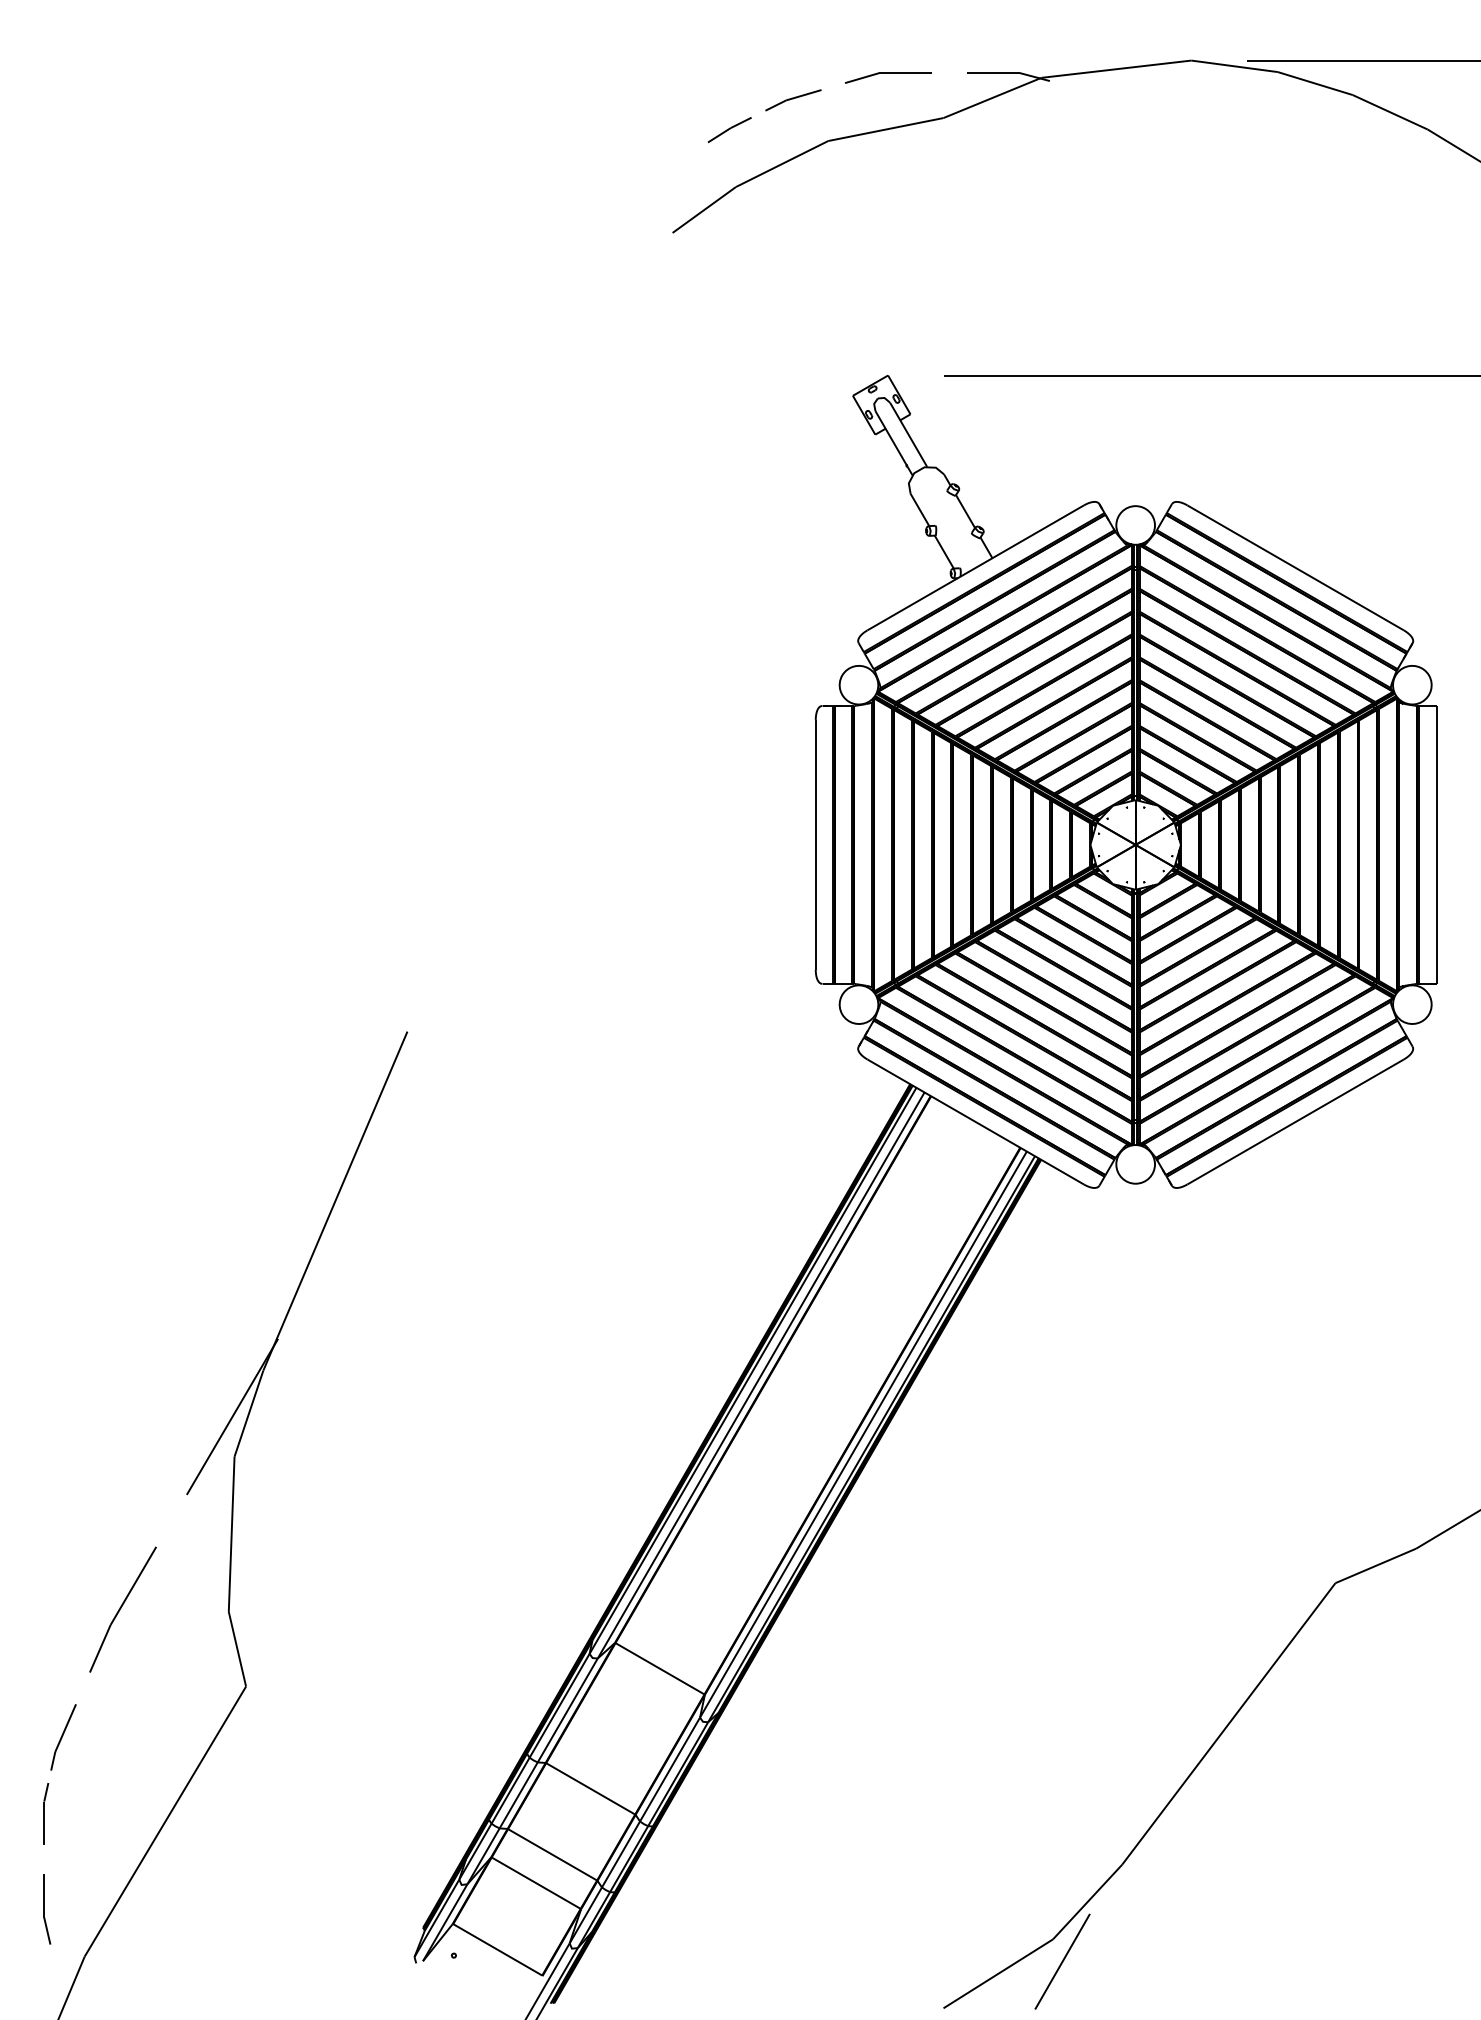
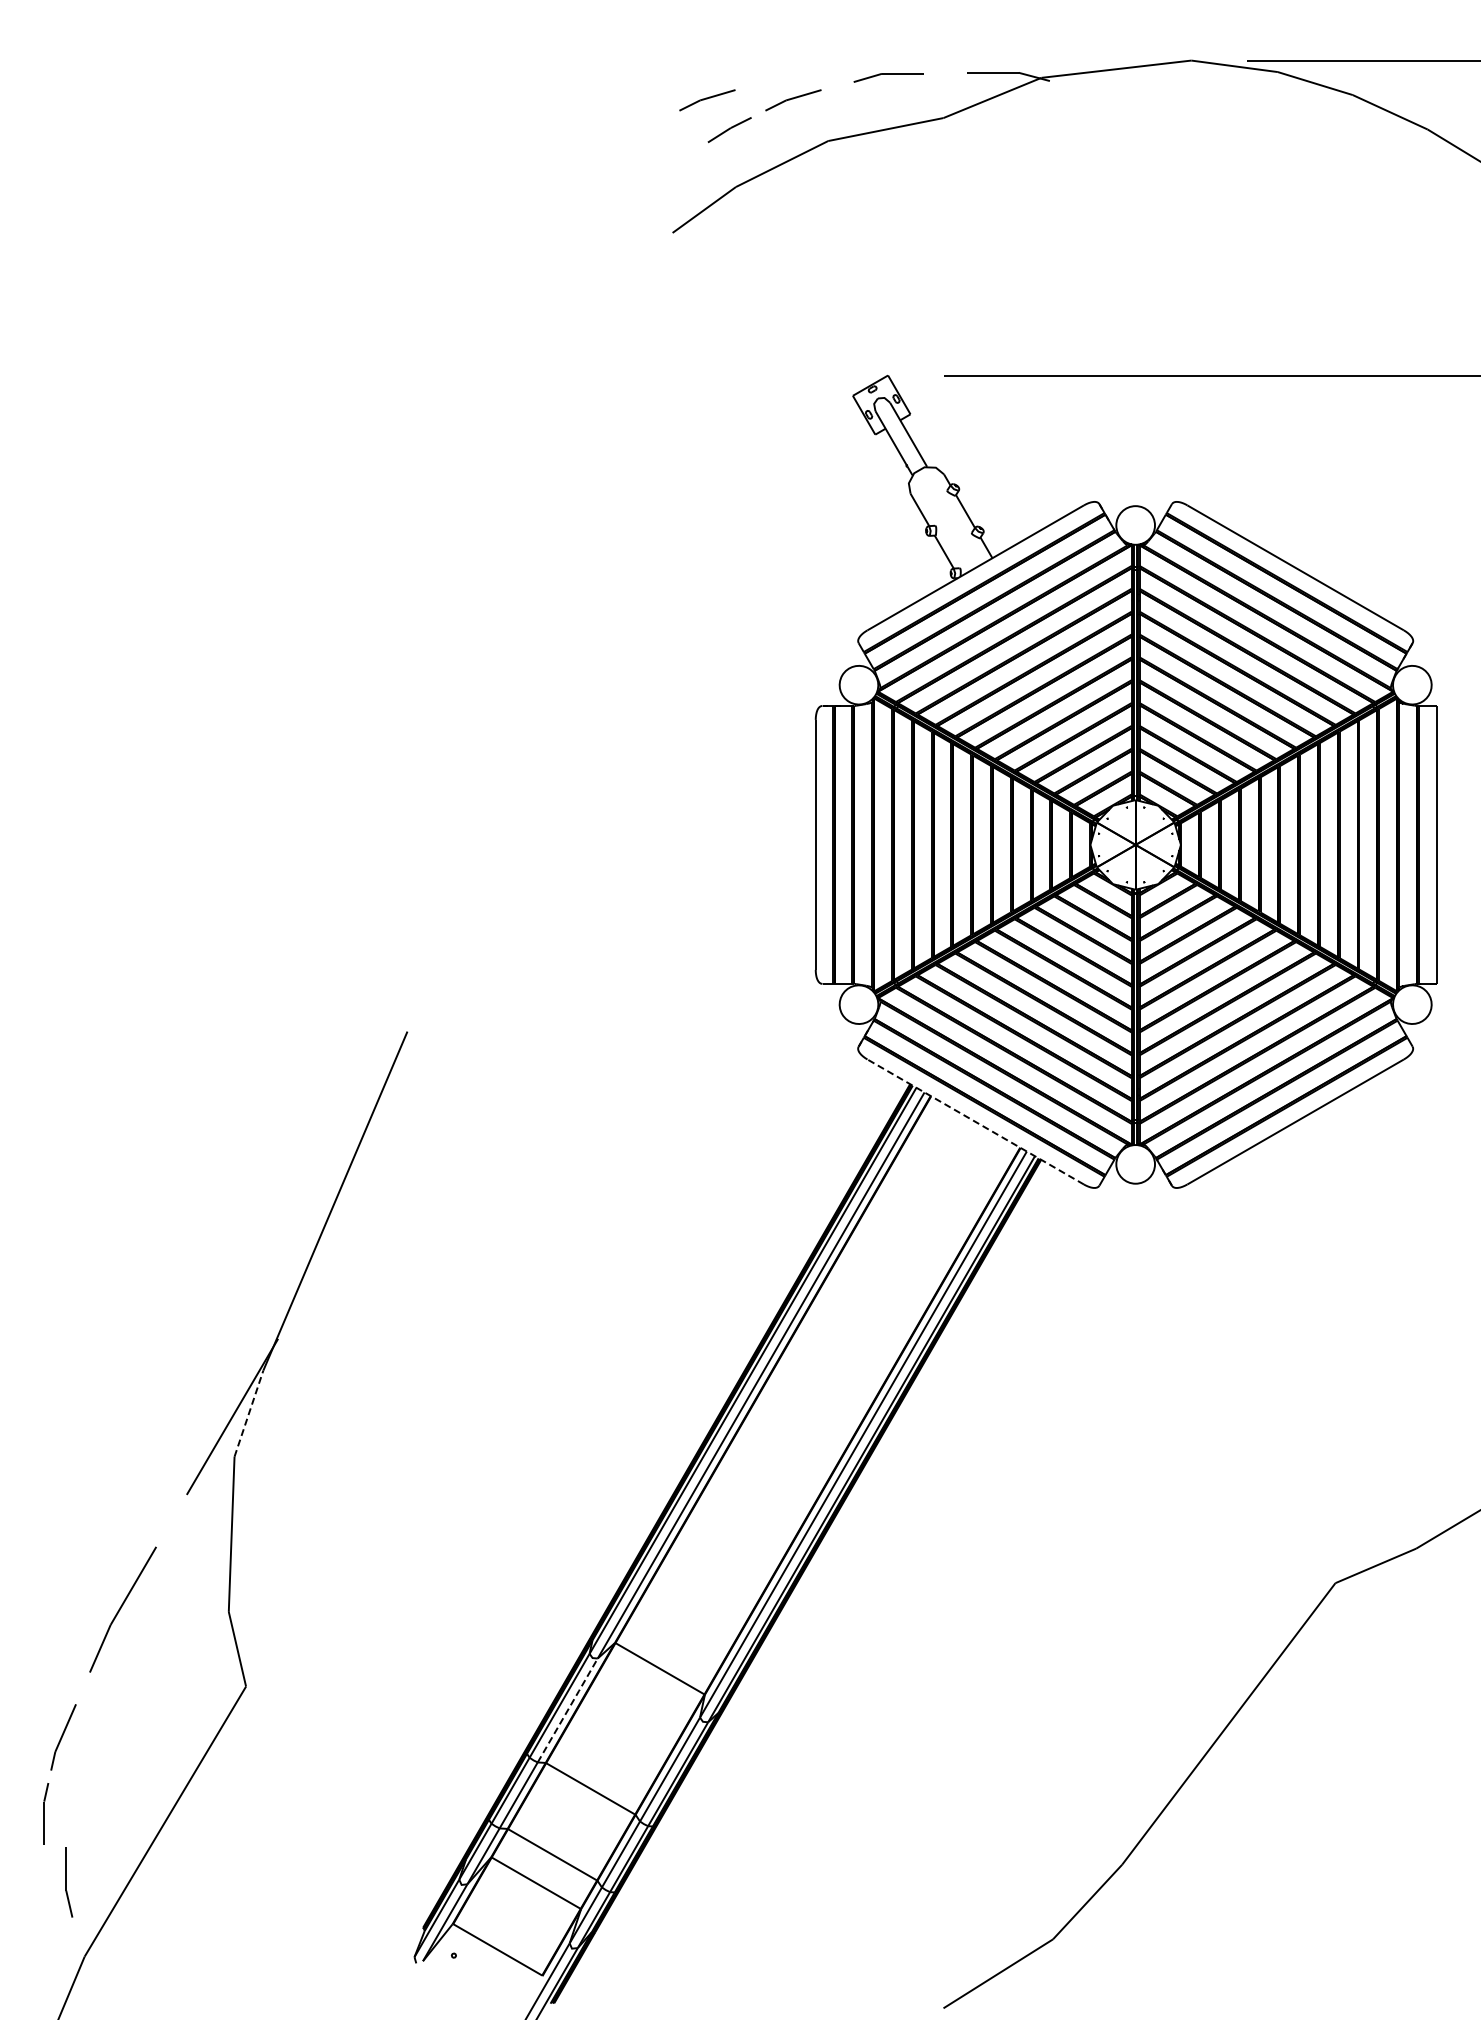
part at (888, 77) size: 87x12 px -> 71x10 px
part at (707, 100): none -> present
line at (975, 1122): solid -> dashed
line at (249, 1413): solid -> dashed
line at (567, 1710): solid -> dashed
part at (47, 1909) position: (47, 1909) -> (69, 1882)
line at (1062, 1961): present -> none
